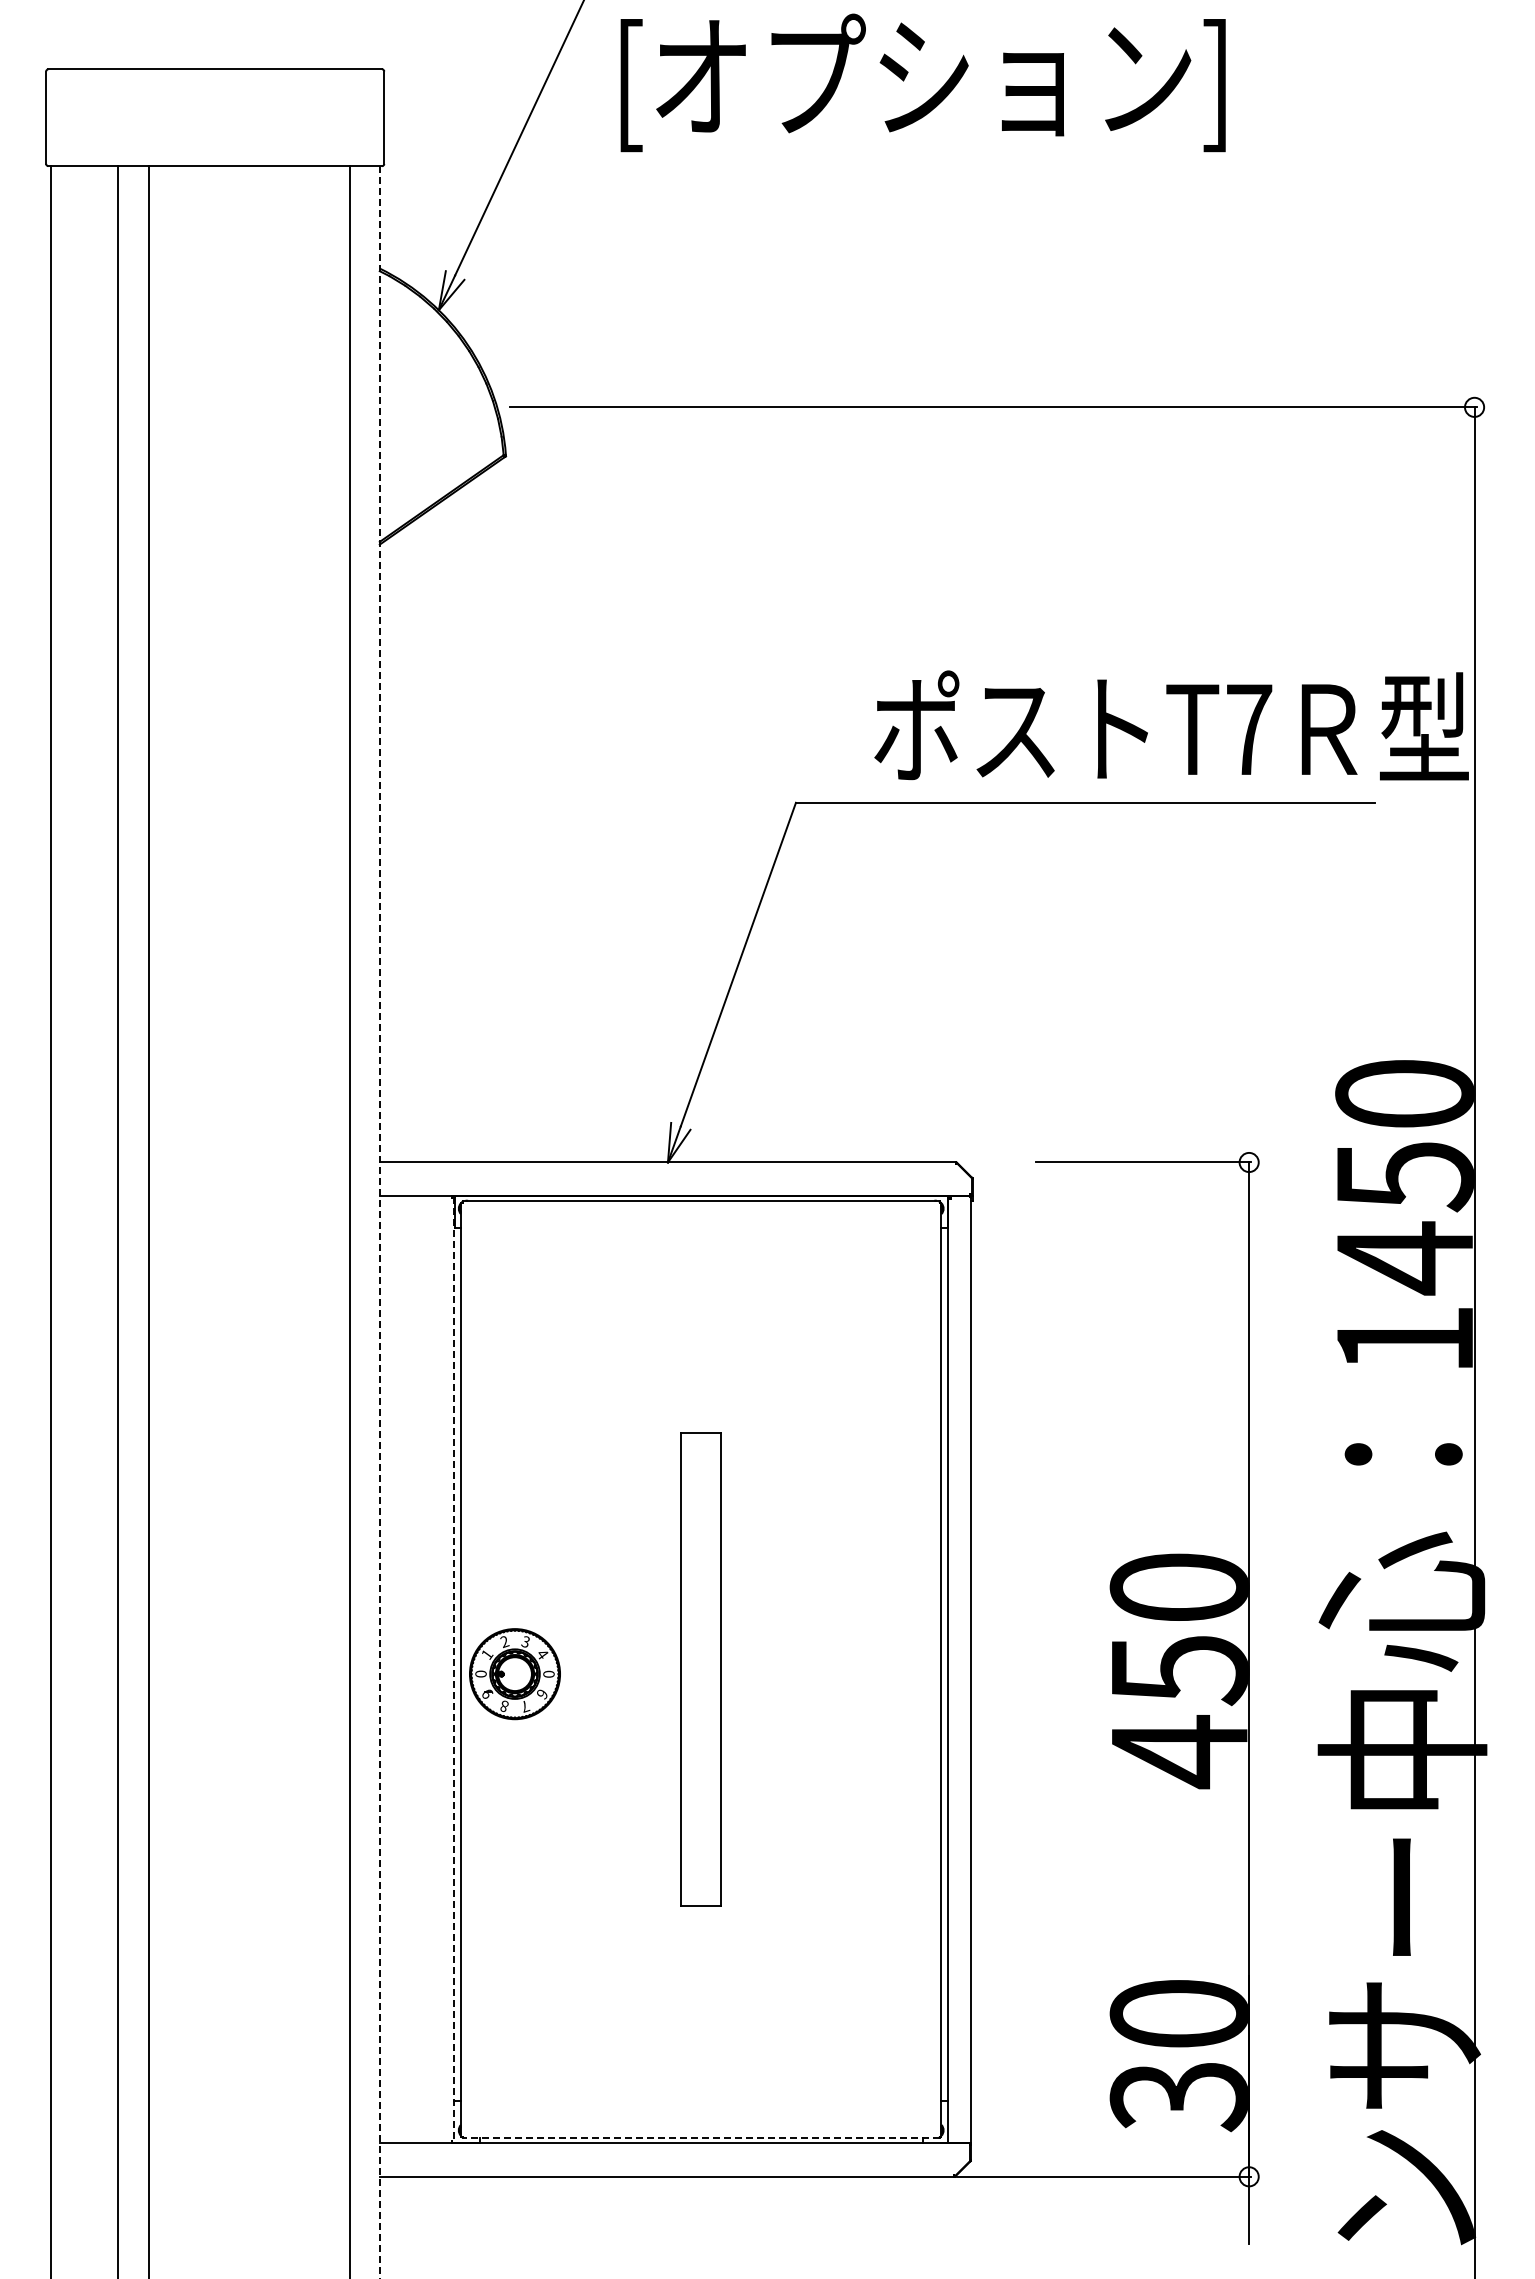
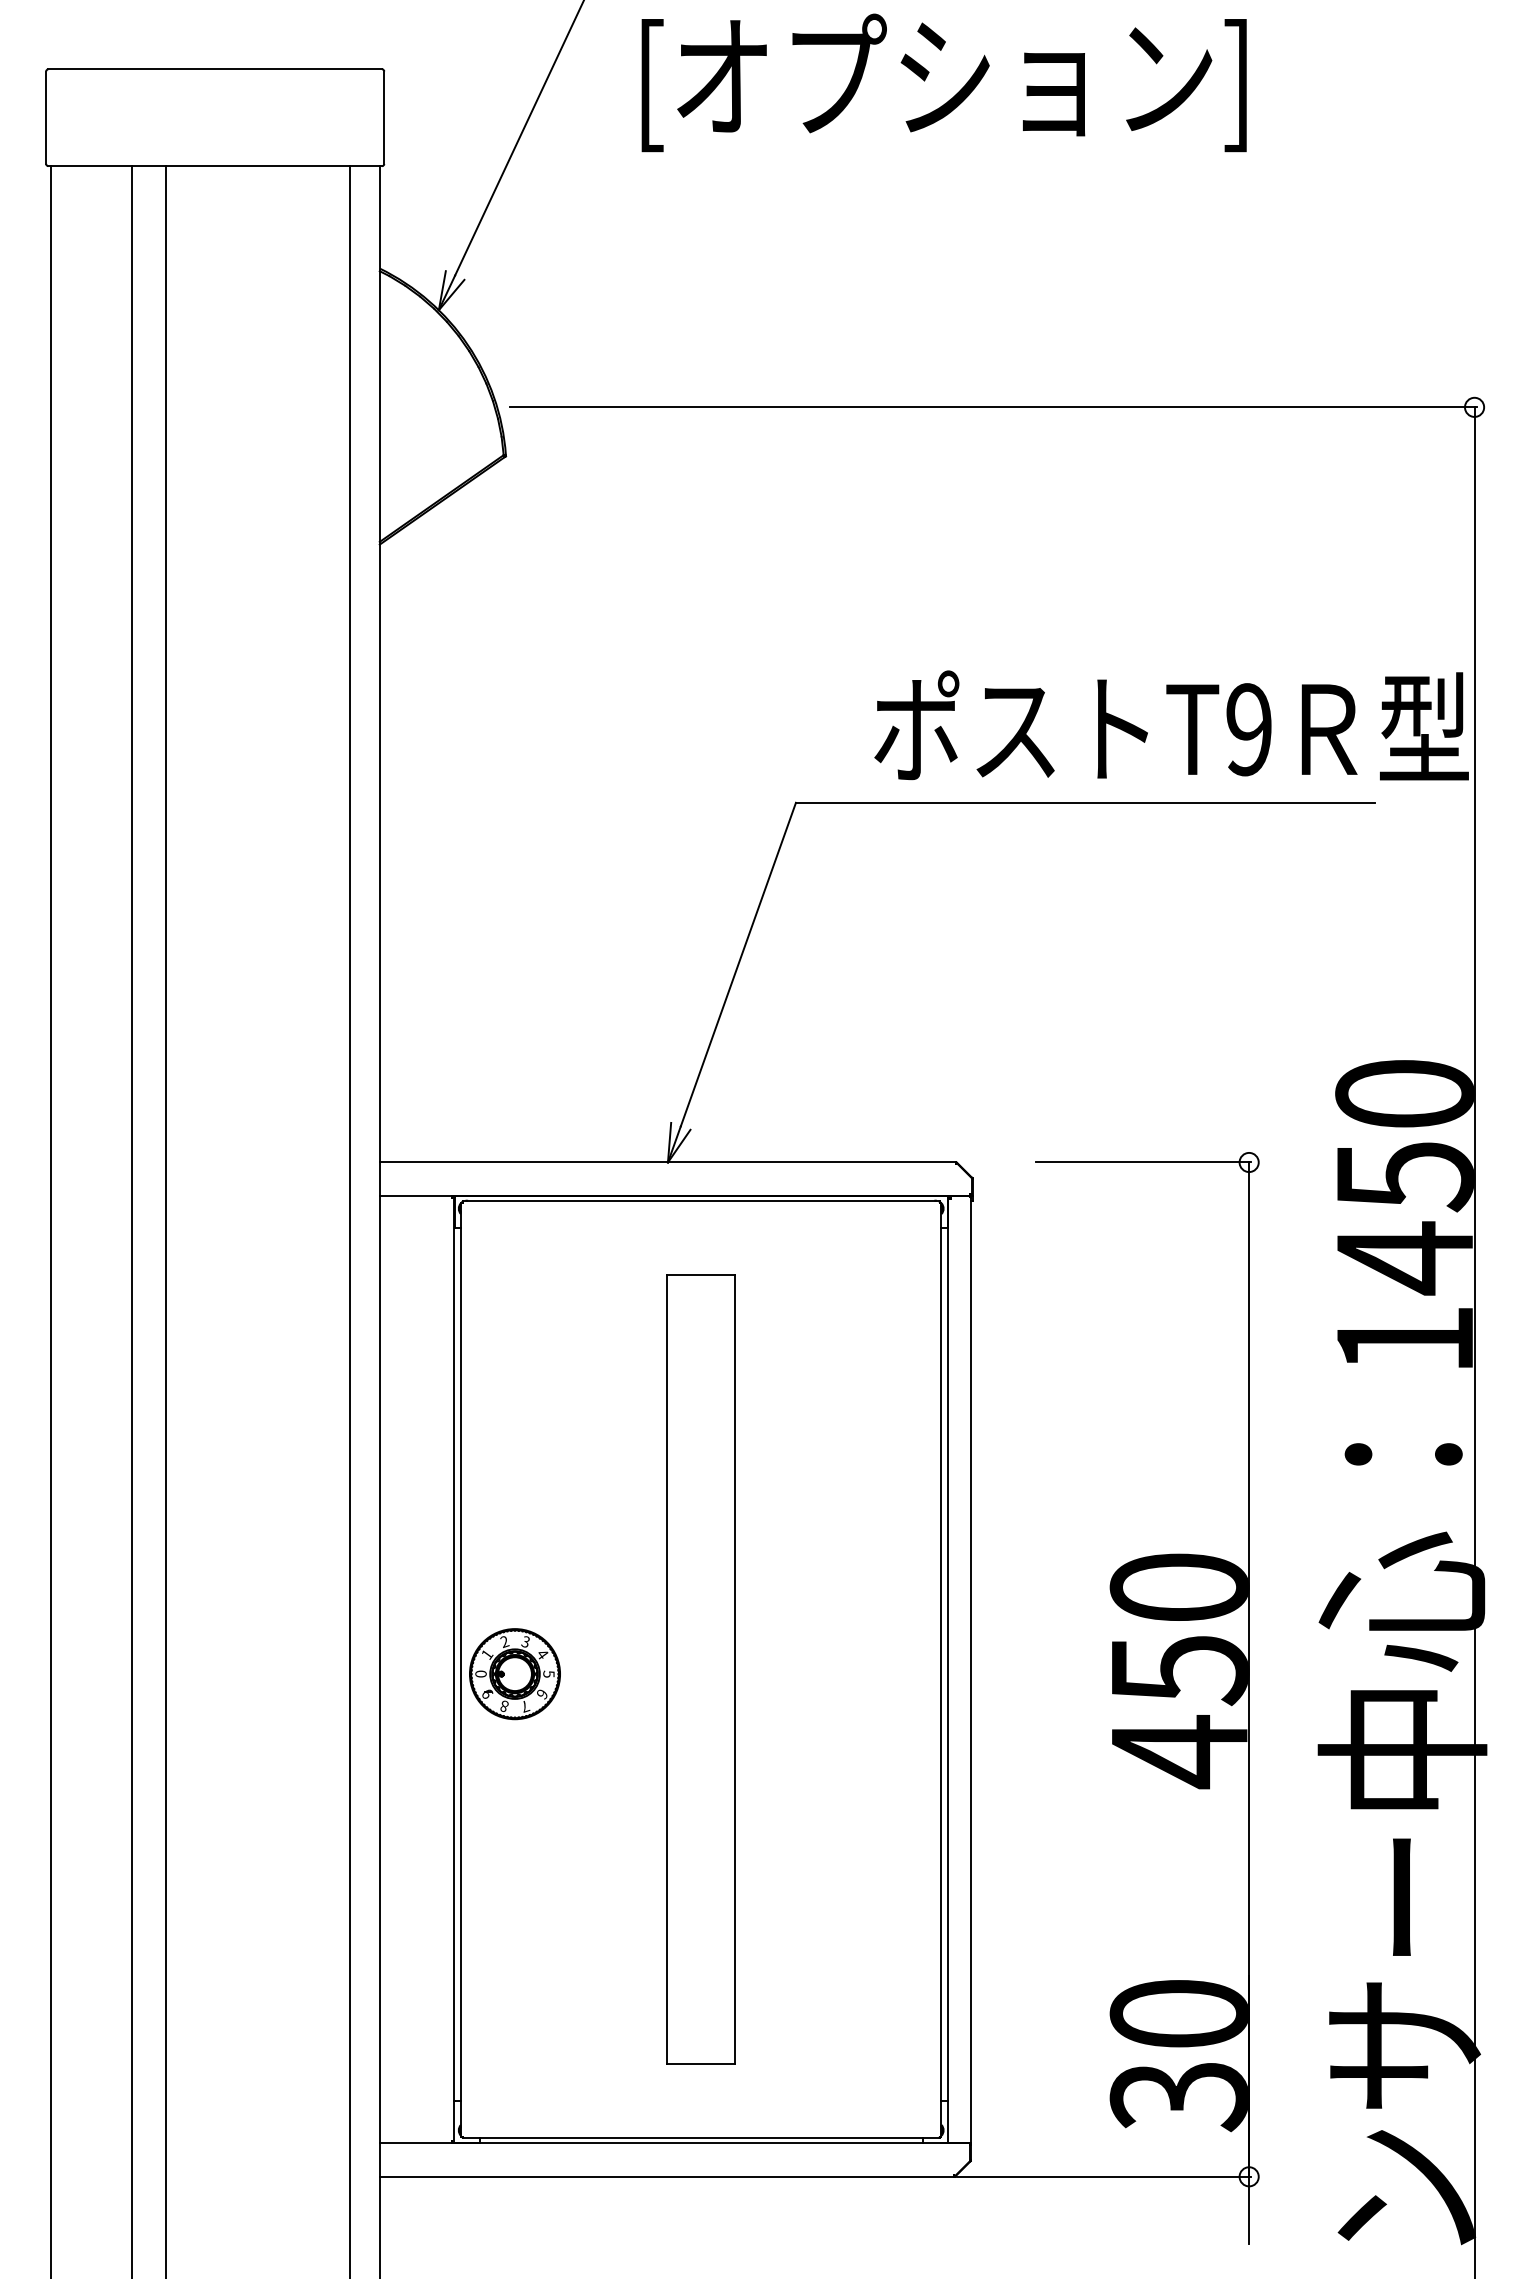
text at (922, 82) position: (922, 82) -> (943, 82)
text at (1249, 729): T7 -> T9
line at (117, 1220) position: (117, 1220) -> (131, 1220)
line at (148, 1220) position: (148, 1220) -> (165, 1220)
line at (379, 1223): dashed -> solid
line at (454, 1669): dashed -> solid
part at (700, 1669) size: 42x475 px -> 70x791 px
text at (548, 1673): 0 -> 5
line at (700, 2138): dashed -> solid
